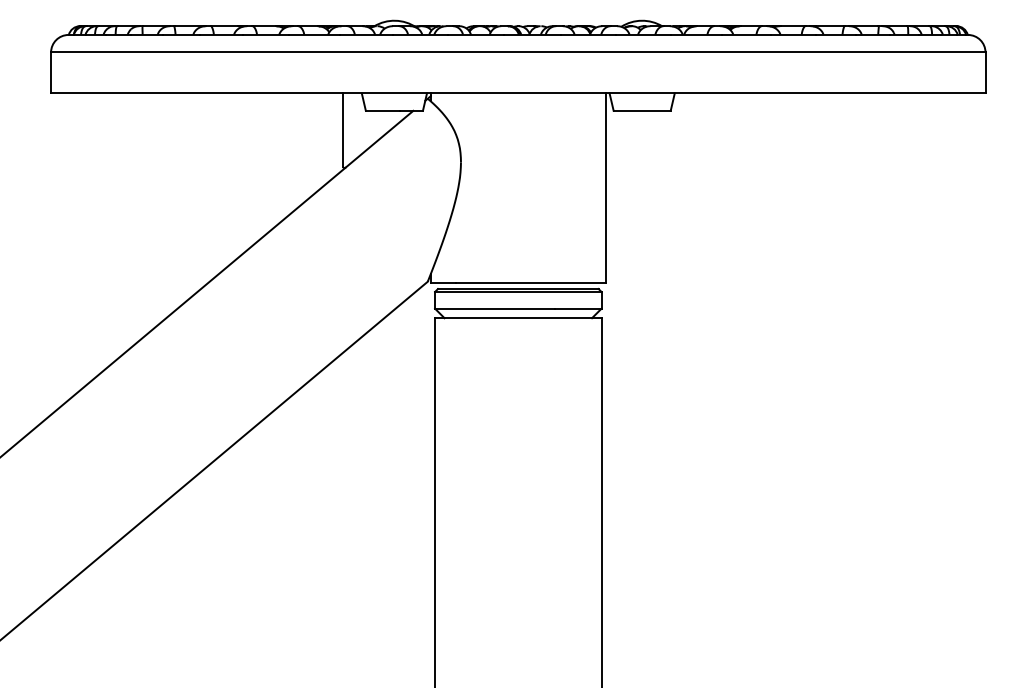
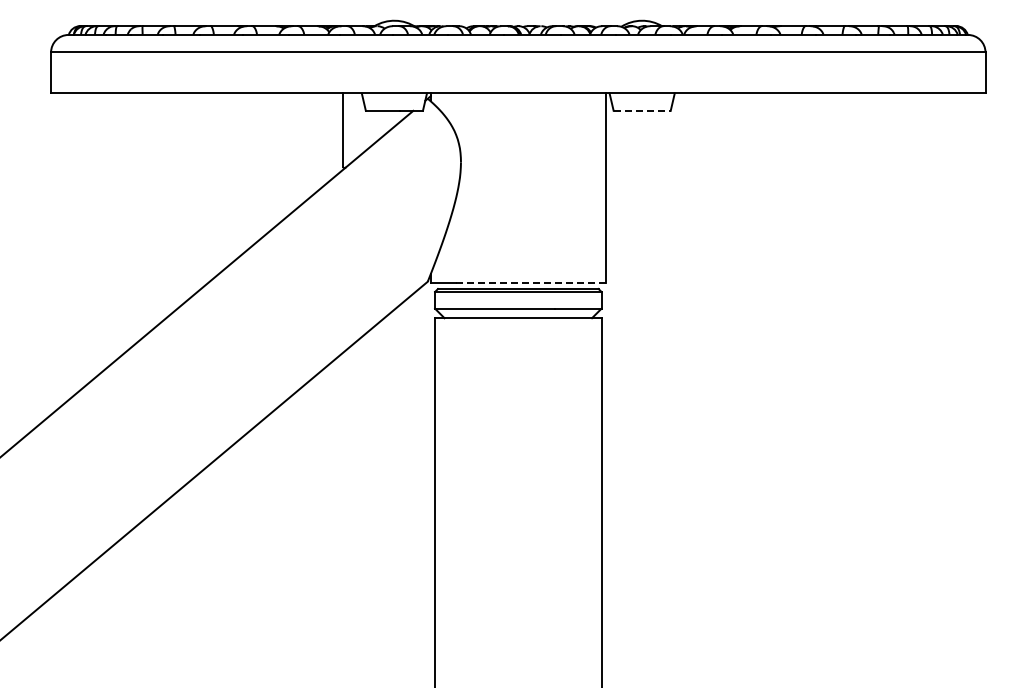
line at (642, 110): solid -> dashed
line at (531, 283): solid -> dashed
